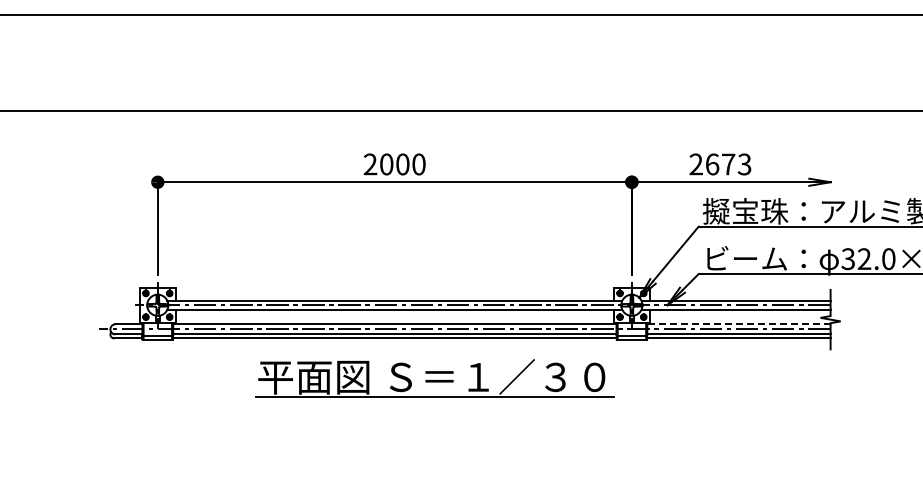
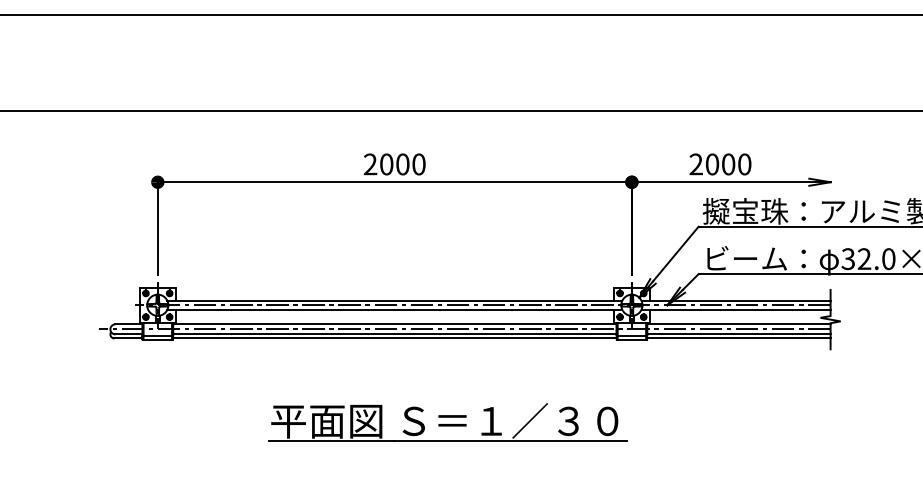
text at (728, 164): 2673 -> 2000
line at (738, 324): dashed -> solid
part at (434, 378) position: (434, 378) -> (447, 422)
